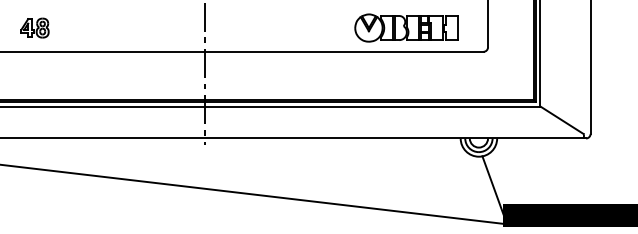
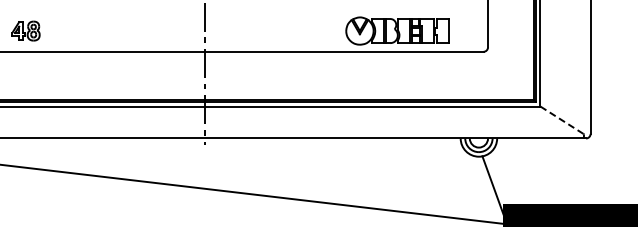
part at (34, 27) position: (34, 27) -> (25, 30)
part at (406, 27) position: (406, 27) -> (397, 30)
line at (562, 120): solid -> dashed
